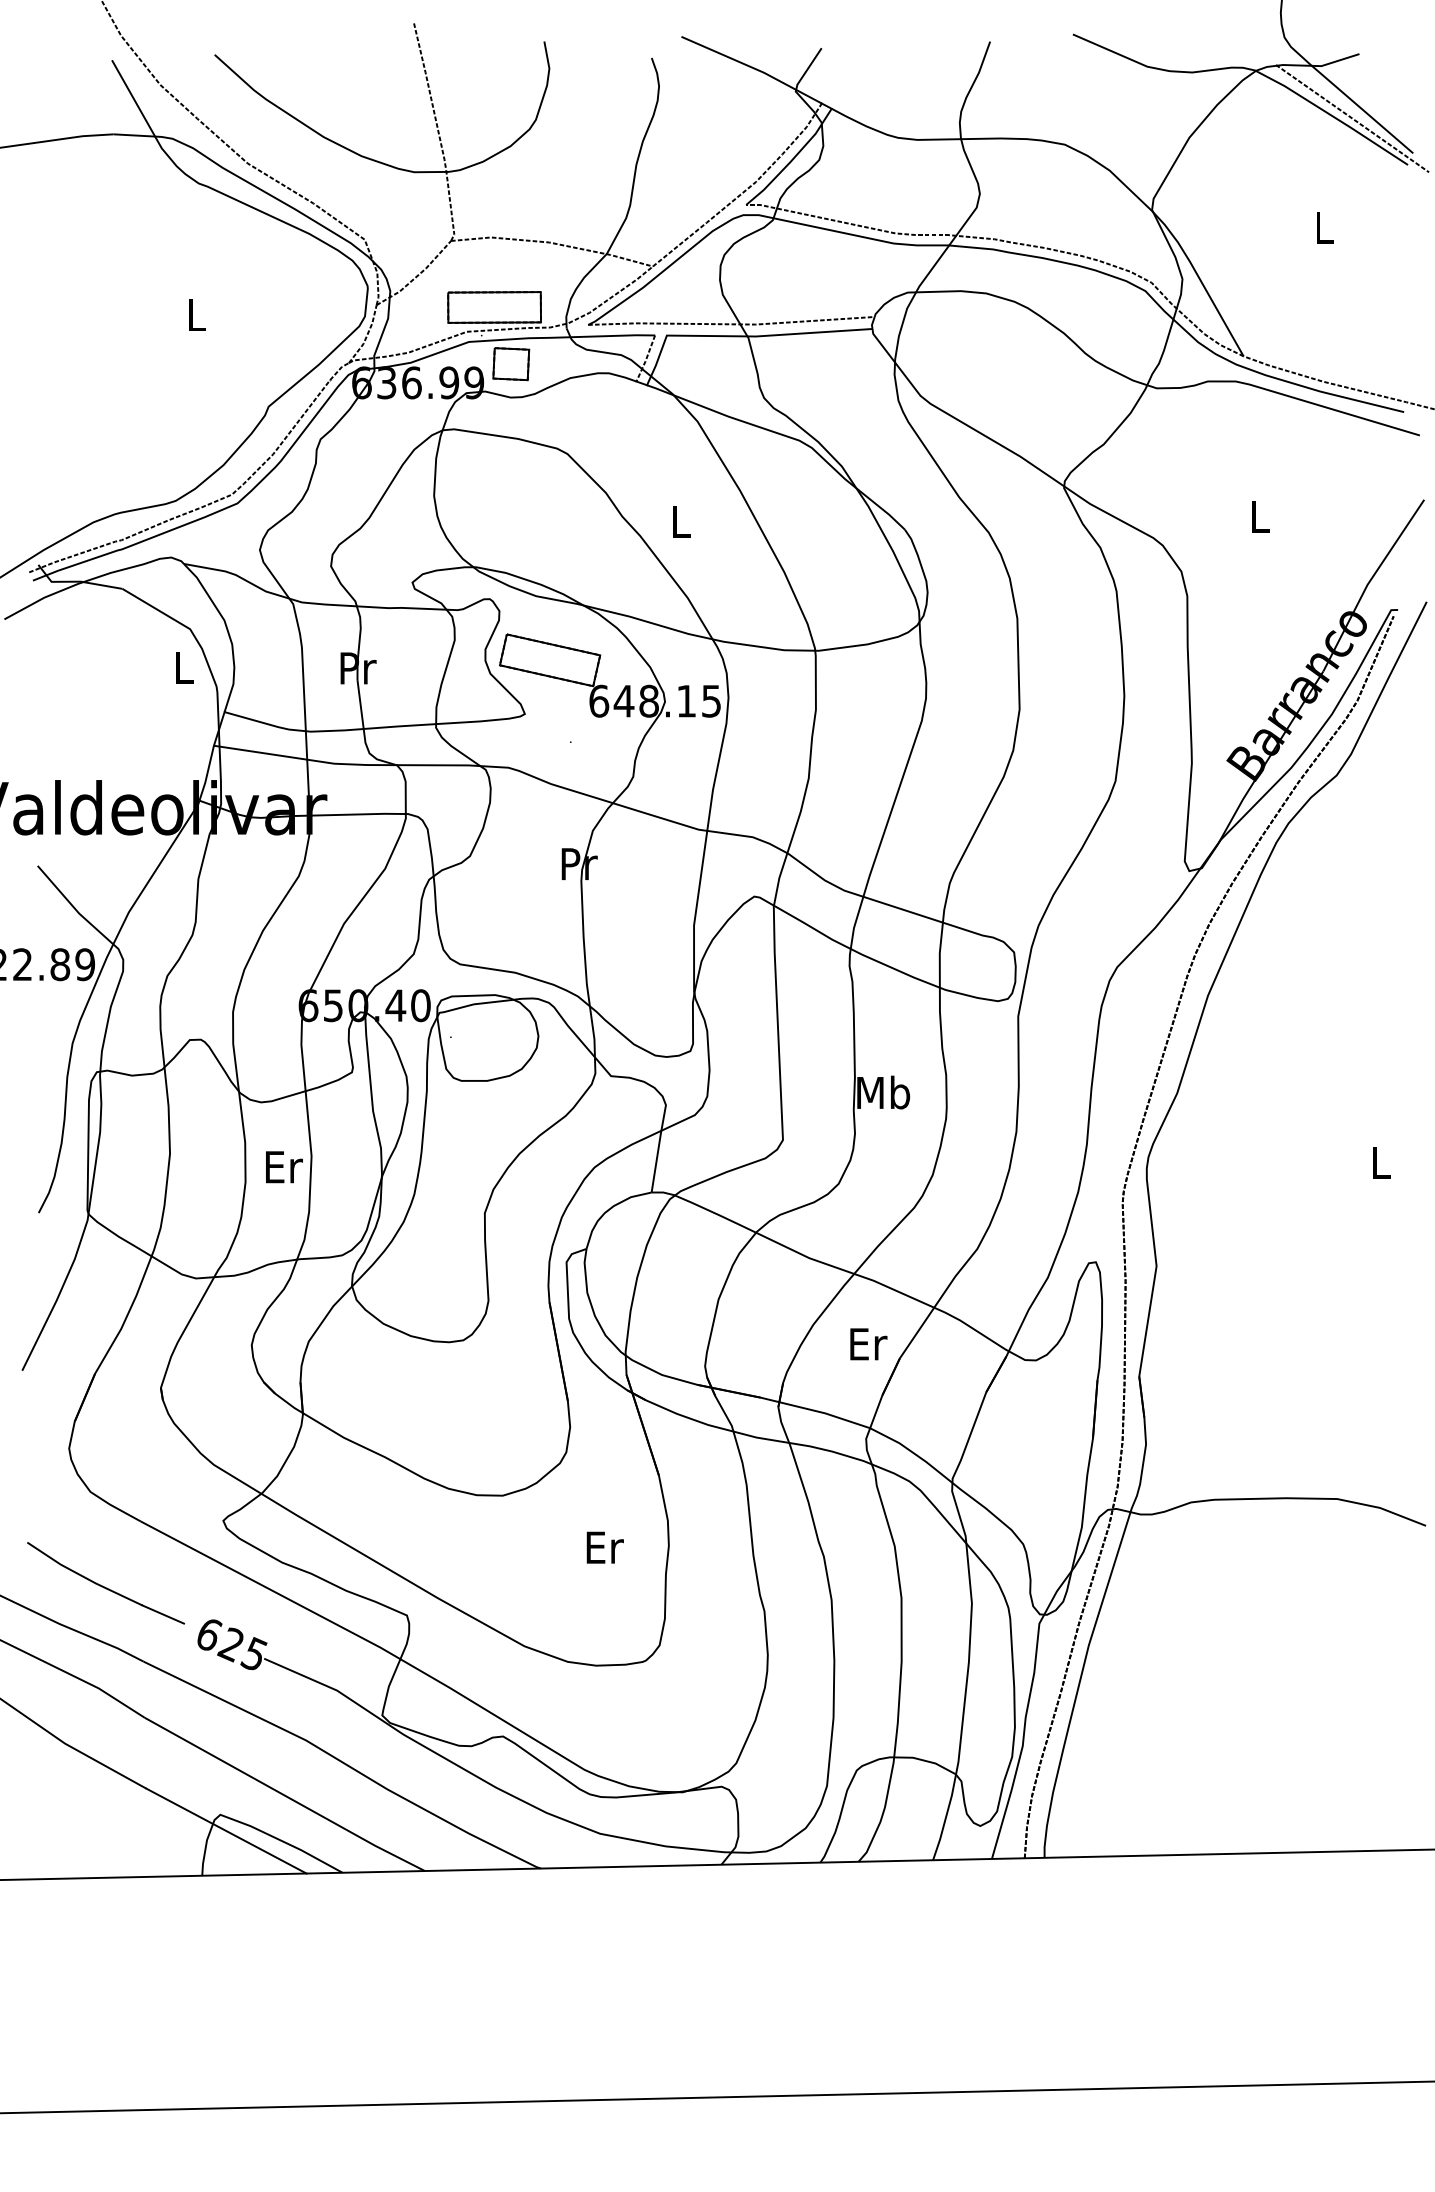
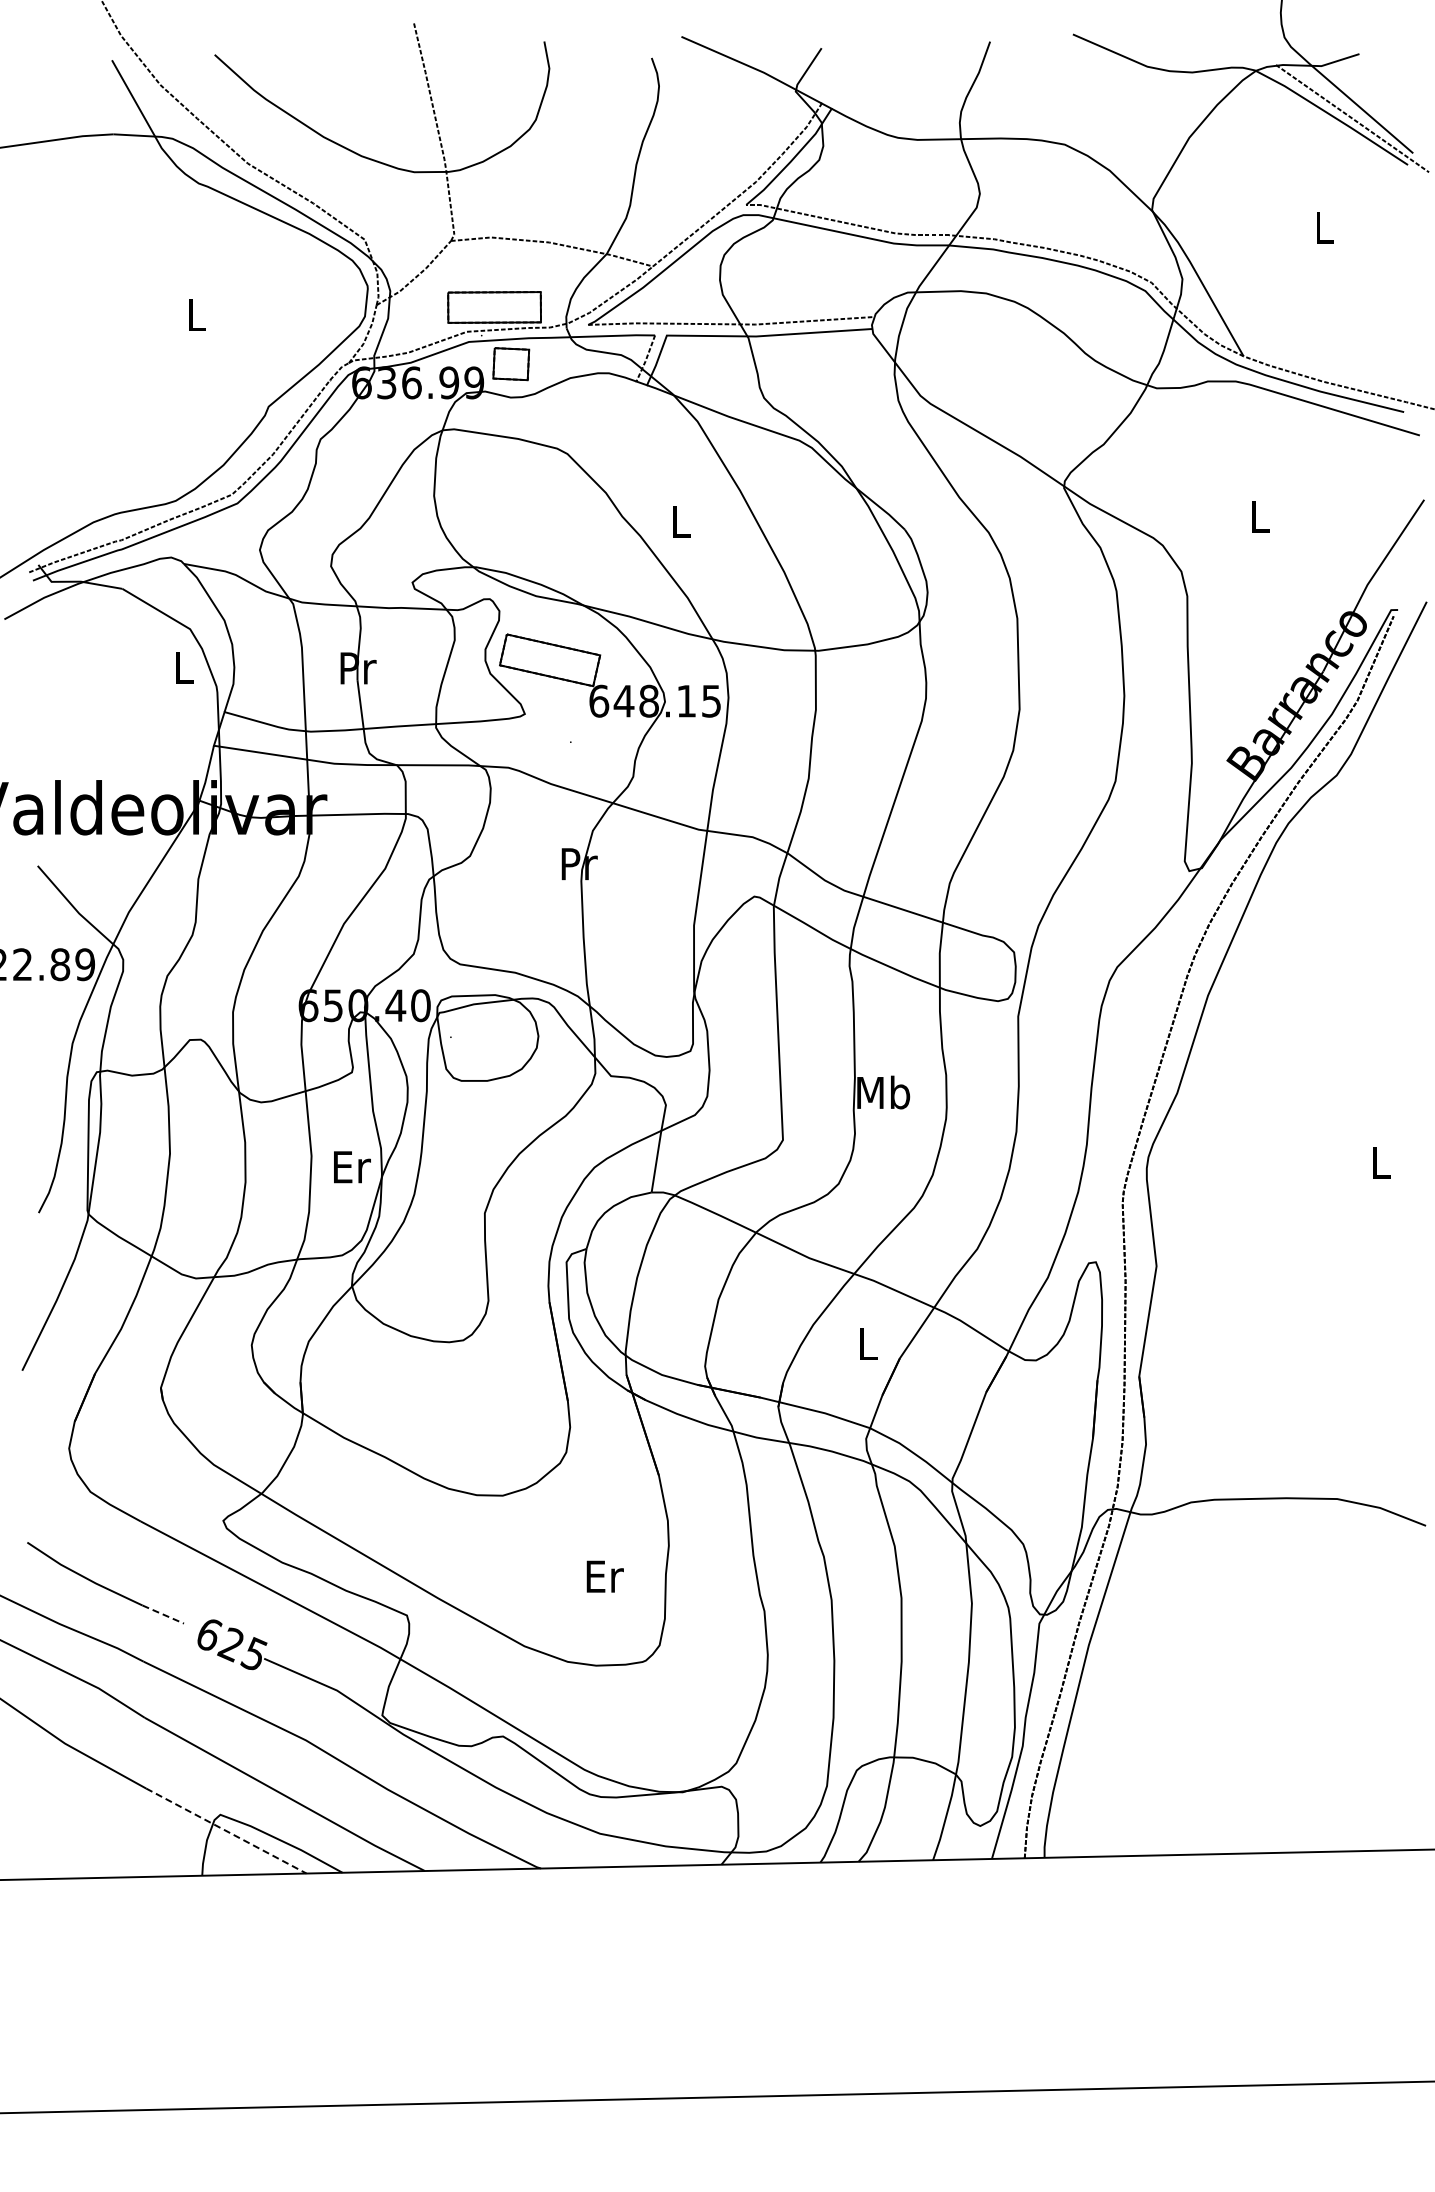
text at (284, 1167) position: (284, 1167) -> (352, 1167)
text at (868, 1344): Er -> L
text at (604, 1547) position: (604, 1547) -> (604, 1576)
line at (163, 1614): solid -> dashed
line at (226, 1831): solid -> dashed
